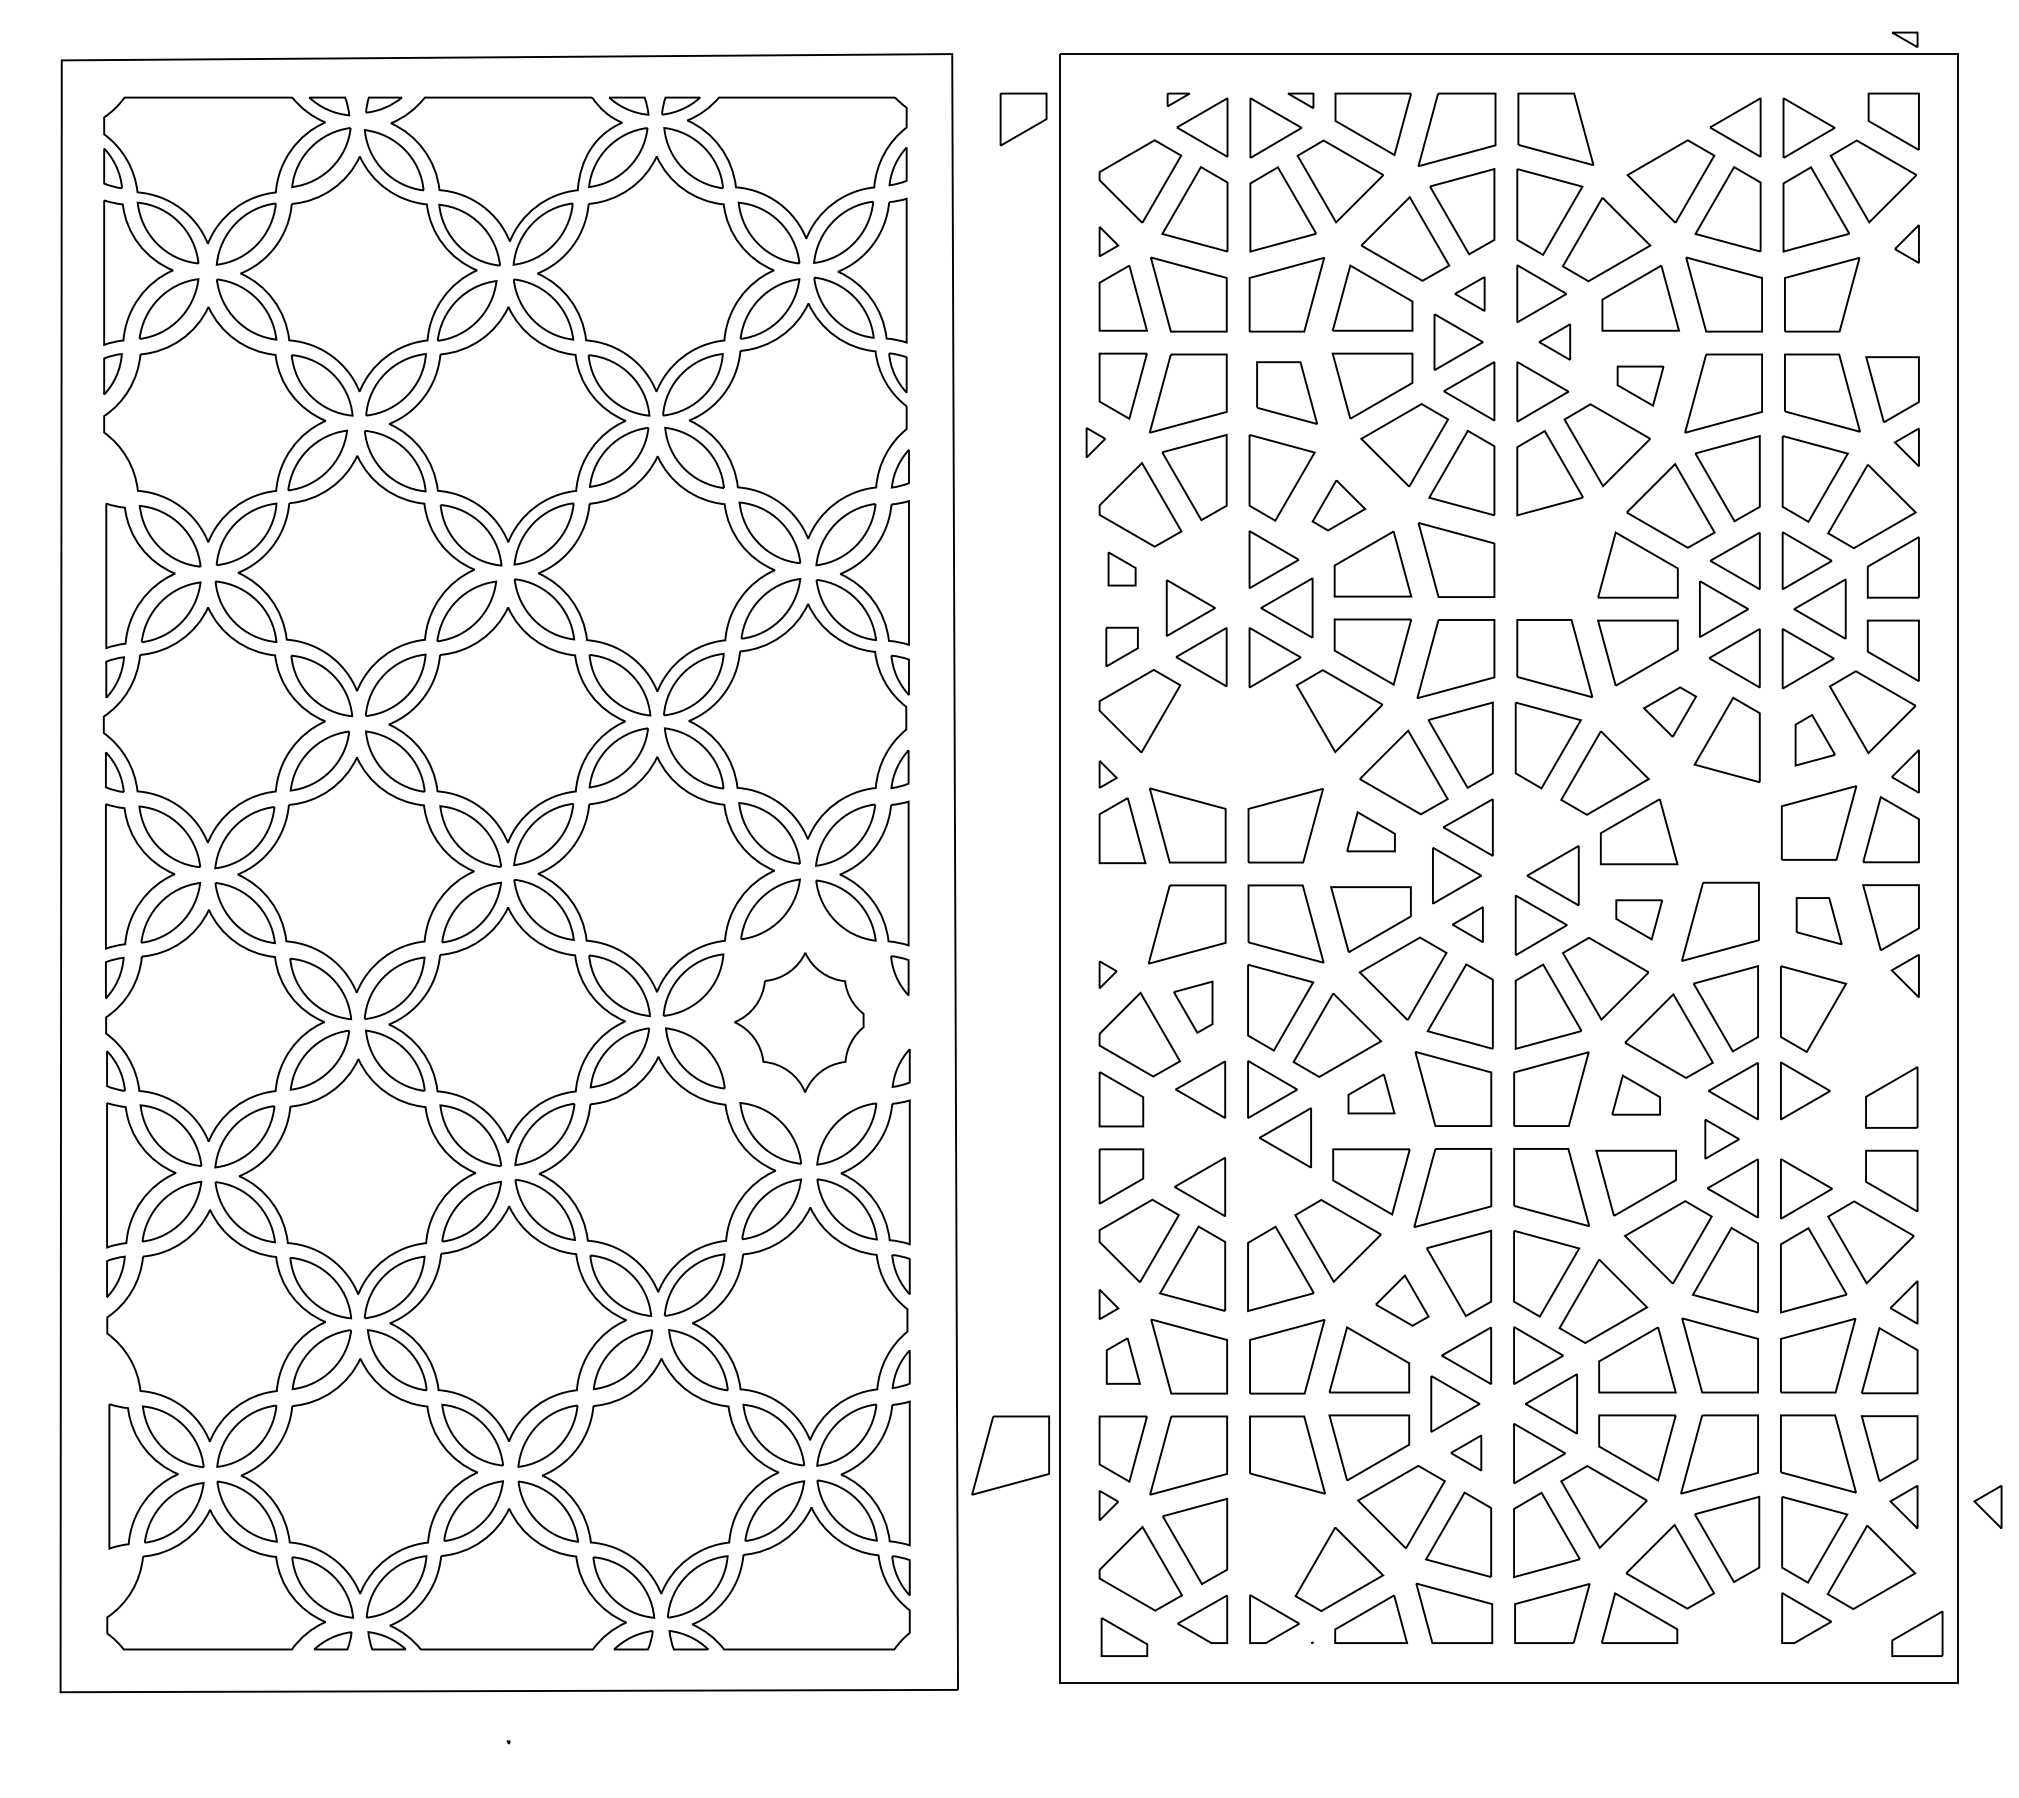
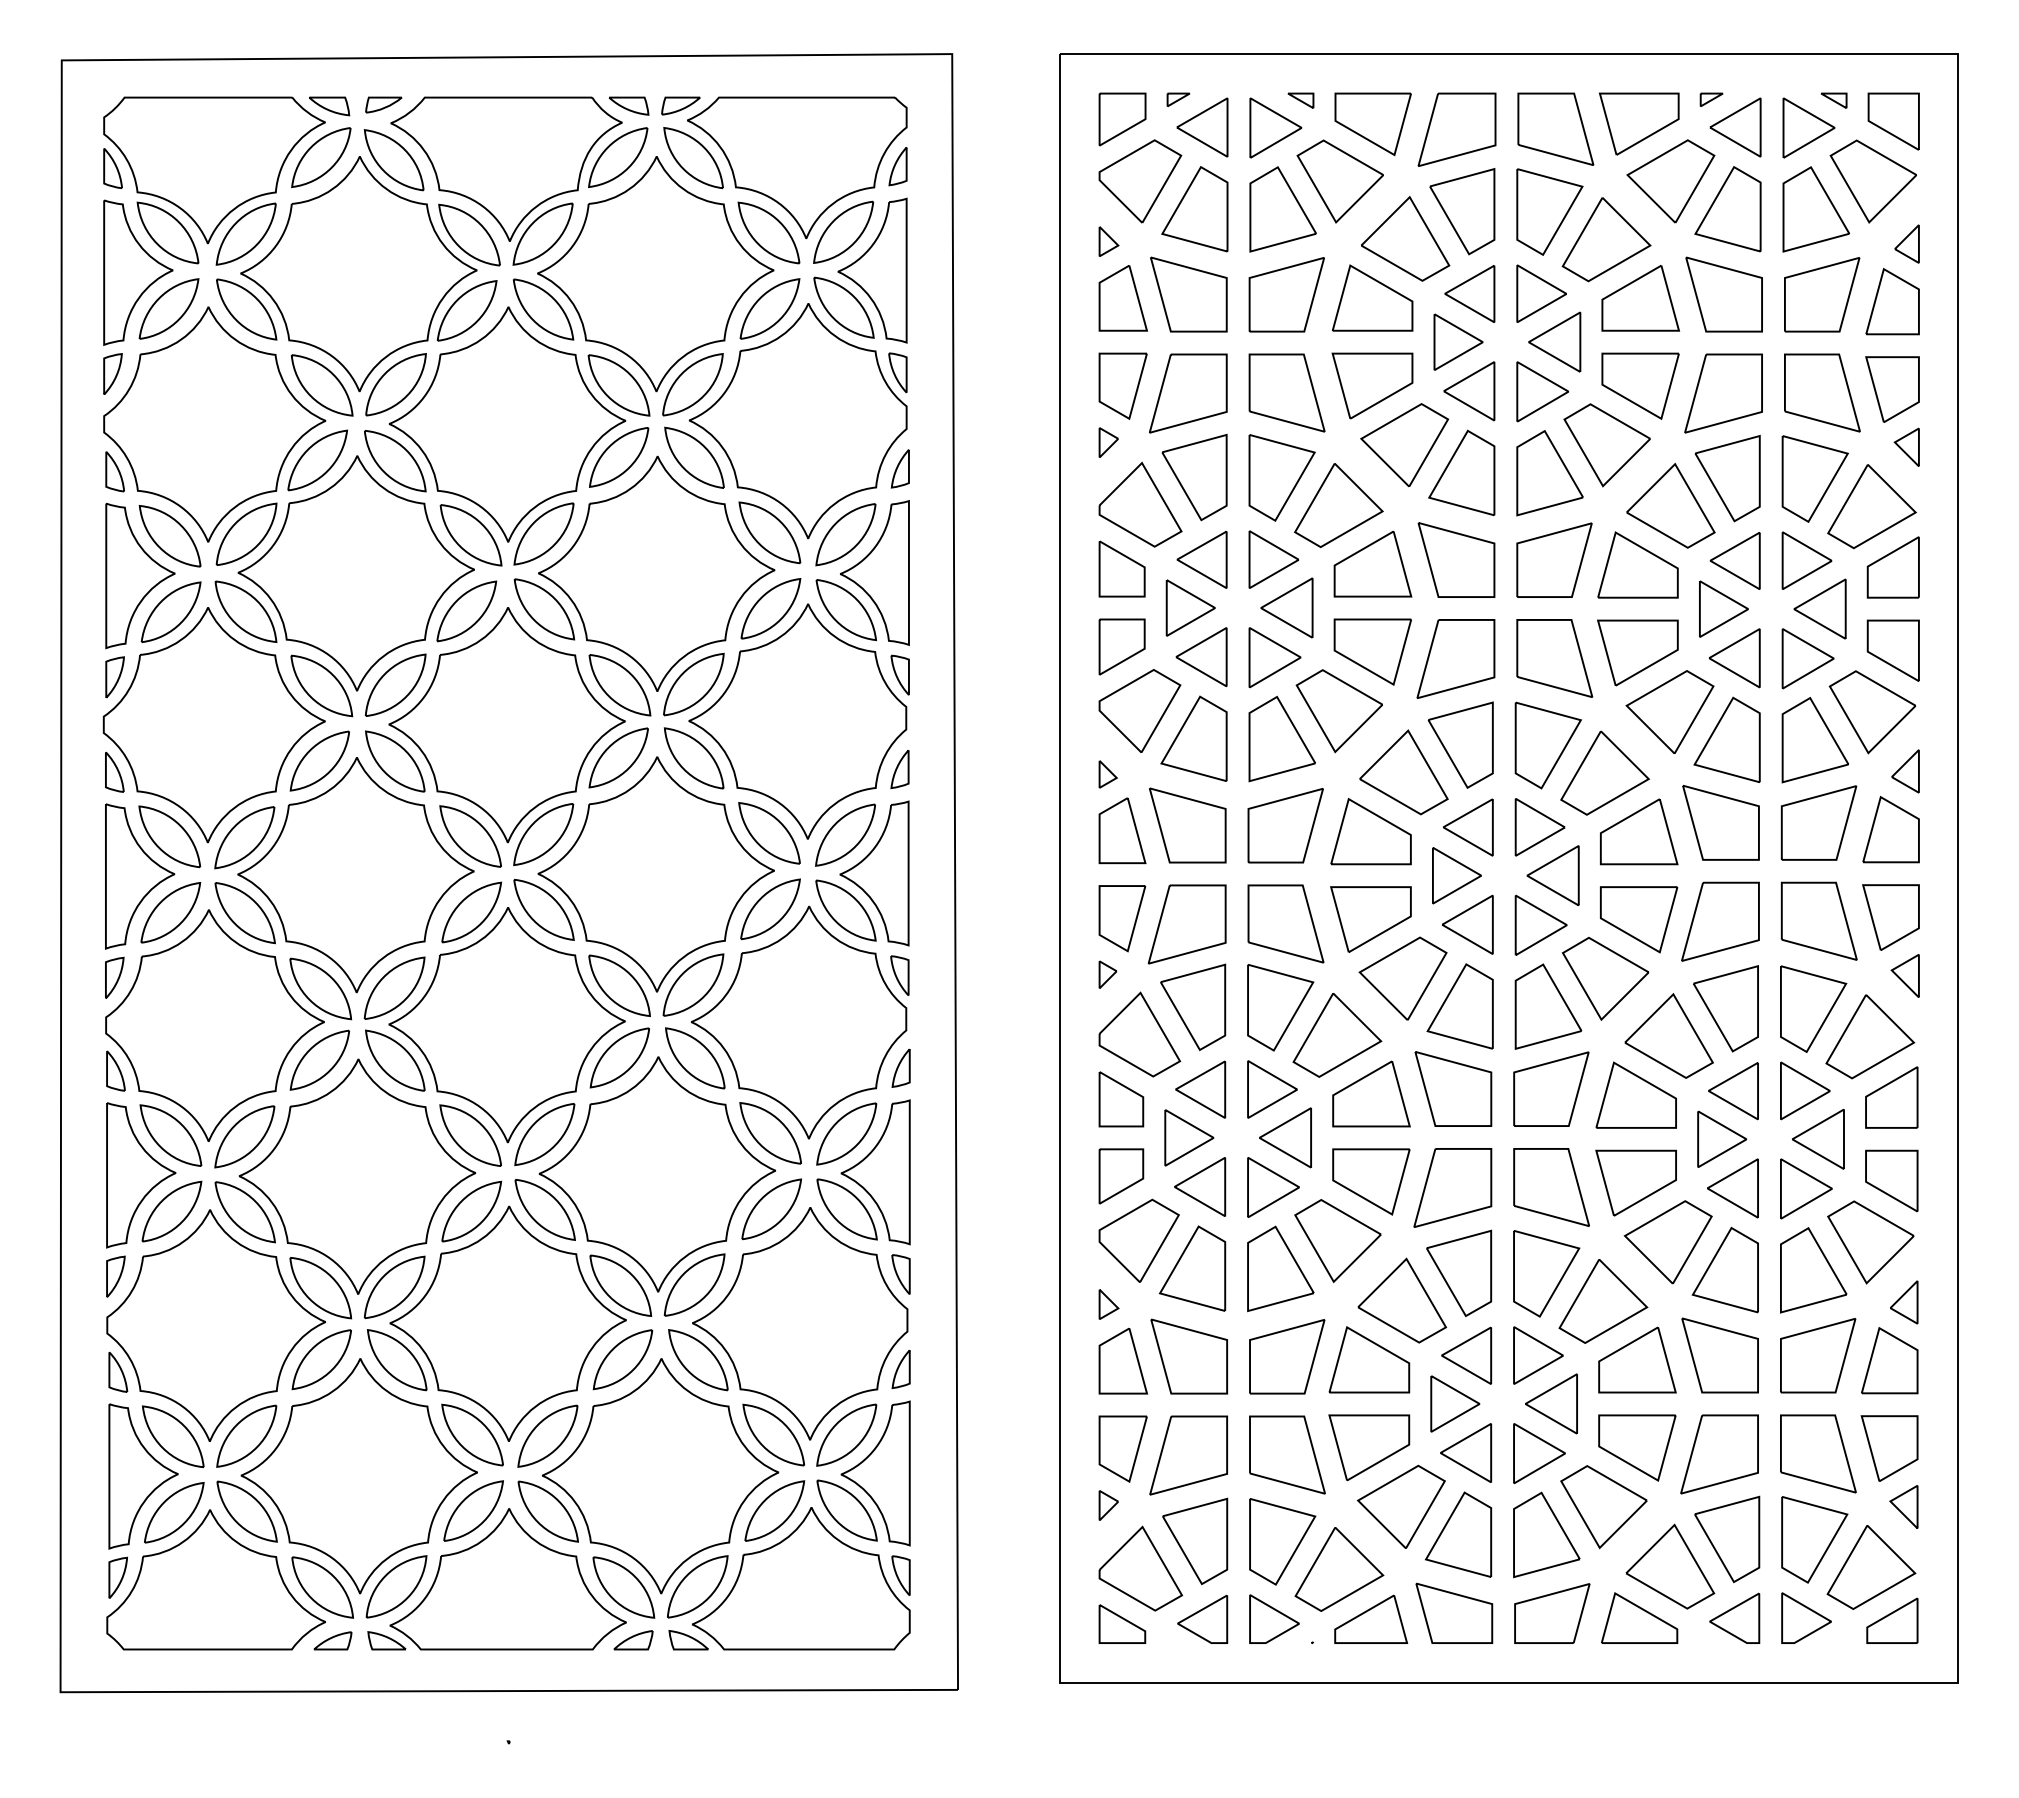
part at (1904, 39) position: (1904, 39) -> (1833, 100)
part at (1711, 99): none -> present
part at (1023, 119) position: (1023, 119) -> (1122, 119)
part at (1639, 123): none -> present
part at (1469, 293) size: 32x36 px -> 52x58 px
part at (1892, 301): none -> present
part at (1554, 341) size: 34x38 px -> 54x62 px
part at (1640, 385) size: 49x42 px -> 79x68 px
part at (1286, 392) size: 62x64 px -> 78x80 px
part at (1095, 442) position: (1095, 442) -> (1108, 442)
part at (114, 471): none -> present
part at (1338, 505) size: 56x52 px -> 90x85 px
part at (1201, 559): none -> present
part at (1554, 559): none -> present
part at (1121, 568) size: 30x36 px -> 48x58 px
part at (1121, 646) size: 34x42 px -> 48x58 px
part at (1669, 711) size: 56x52 px -> 90x84 px
part at (1193, 738): none -> present
part at (1281, 738): none -> present
part at (1814, 740) size: 42x53 px -> 68x87 px
part at (1720, 822): none -> present
part at (1539, 827): none -> present
part at (1370, 831) size: 50x42 px -> 82x68 px
part at (1122, 918): none -> present
part at (1638, 919) size: 48x42 px -> 79x68 px
part at (1818, 921) size: 48x49 px -> 78x80 px
part at (1467, 924) size: 32x37 px -> 52x61 px
part at (1193, 1006) size: 41x54 px -> 67x88 px
part at (799, 1022) size: 131x141 px -> 217x235 px
part at (1870, 1036): none -> present
part at (1371, 1093) size: 49x42 px -> 79x68 px
part at (1635, 1094) size: 50x42 px -> 82x68 px
part at (1189, 1137): none -> present
part at (1818, 1138): none -> present
part at (1721, 1139) size: 36x41 px -> 50x58 px
part at (1273, 1187): none -> present
part at (1402, 1300) size: 55x53 px -> 91x87 px
part at (1122, 1360) size: 36x48 px -> 51x68 px
part at (118, 1372): none -> present
part at (1466, 1452) size: 33x38 px -> 53x60 px
part at (1010, 1455): present -> none
part at (1987, 1506): present -> none
part at (1282, 1541): none -> present
part at (117, 1577): none -> present
part at (1734, 1617): none -> present
part at (1917, 1633) position: (1917, 1633) -> (1892, 1620)
part at (1124, 1636) position: (1124, 1636) -> (1122, 1623)
